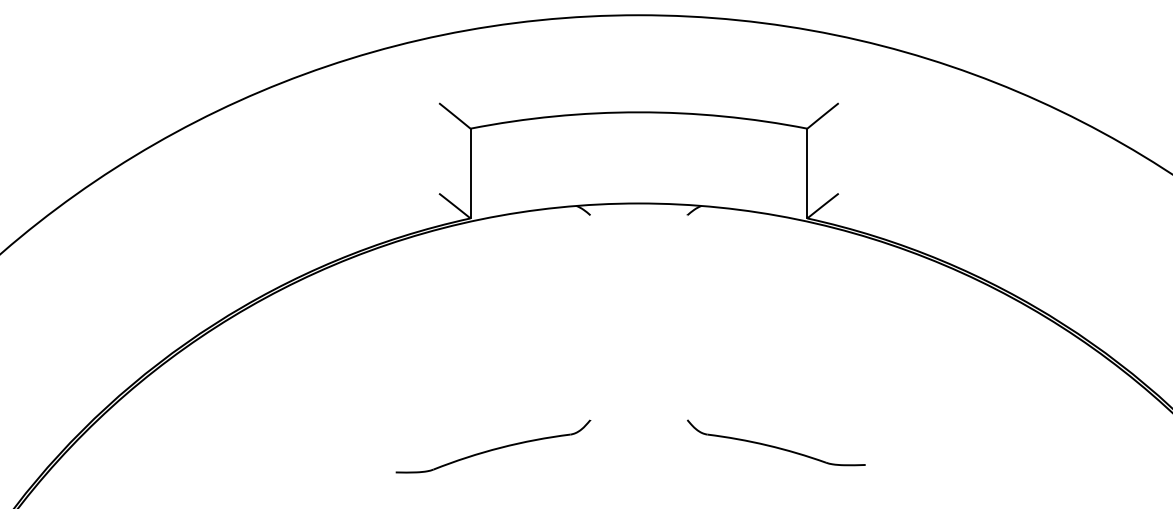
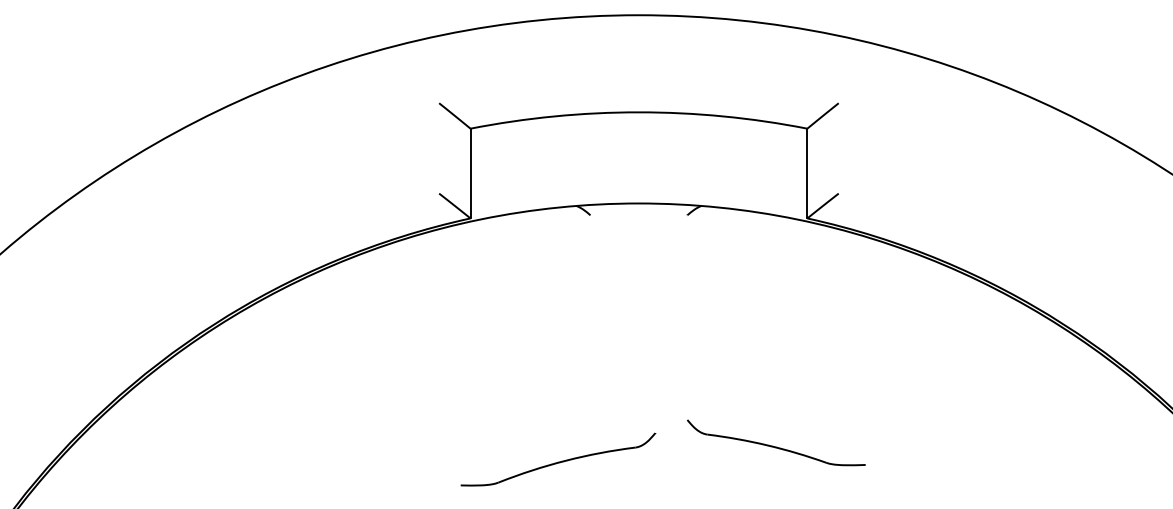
part at (493, 446) position: (493, 446) -> (558, 459)
